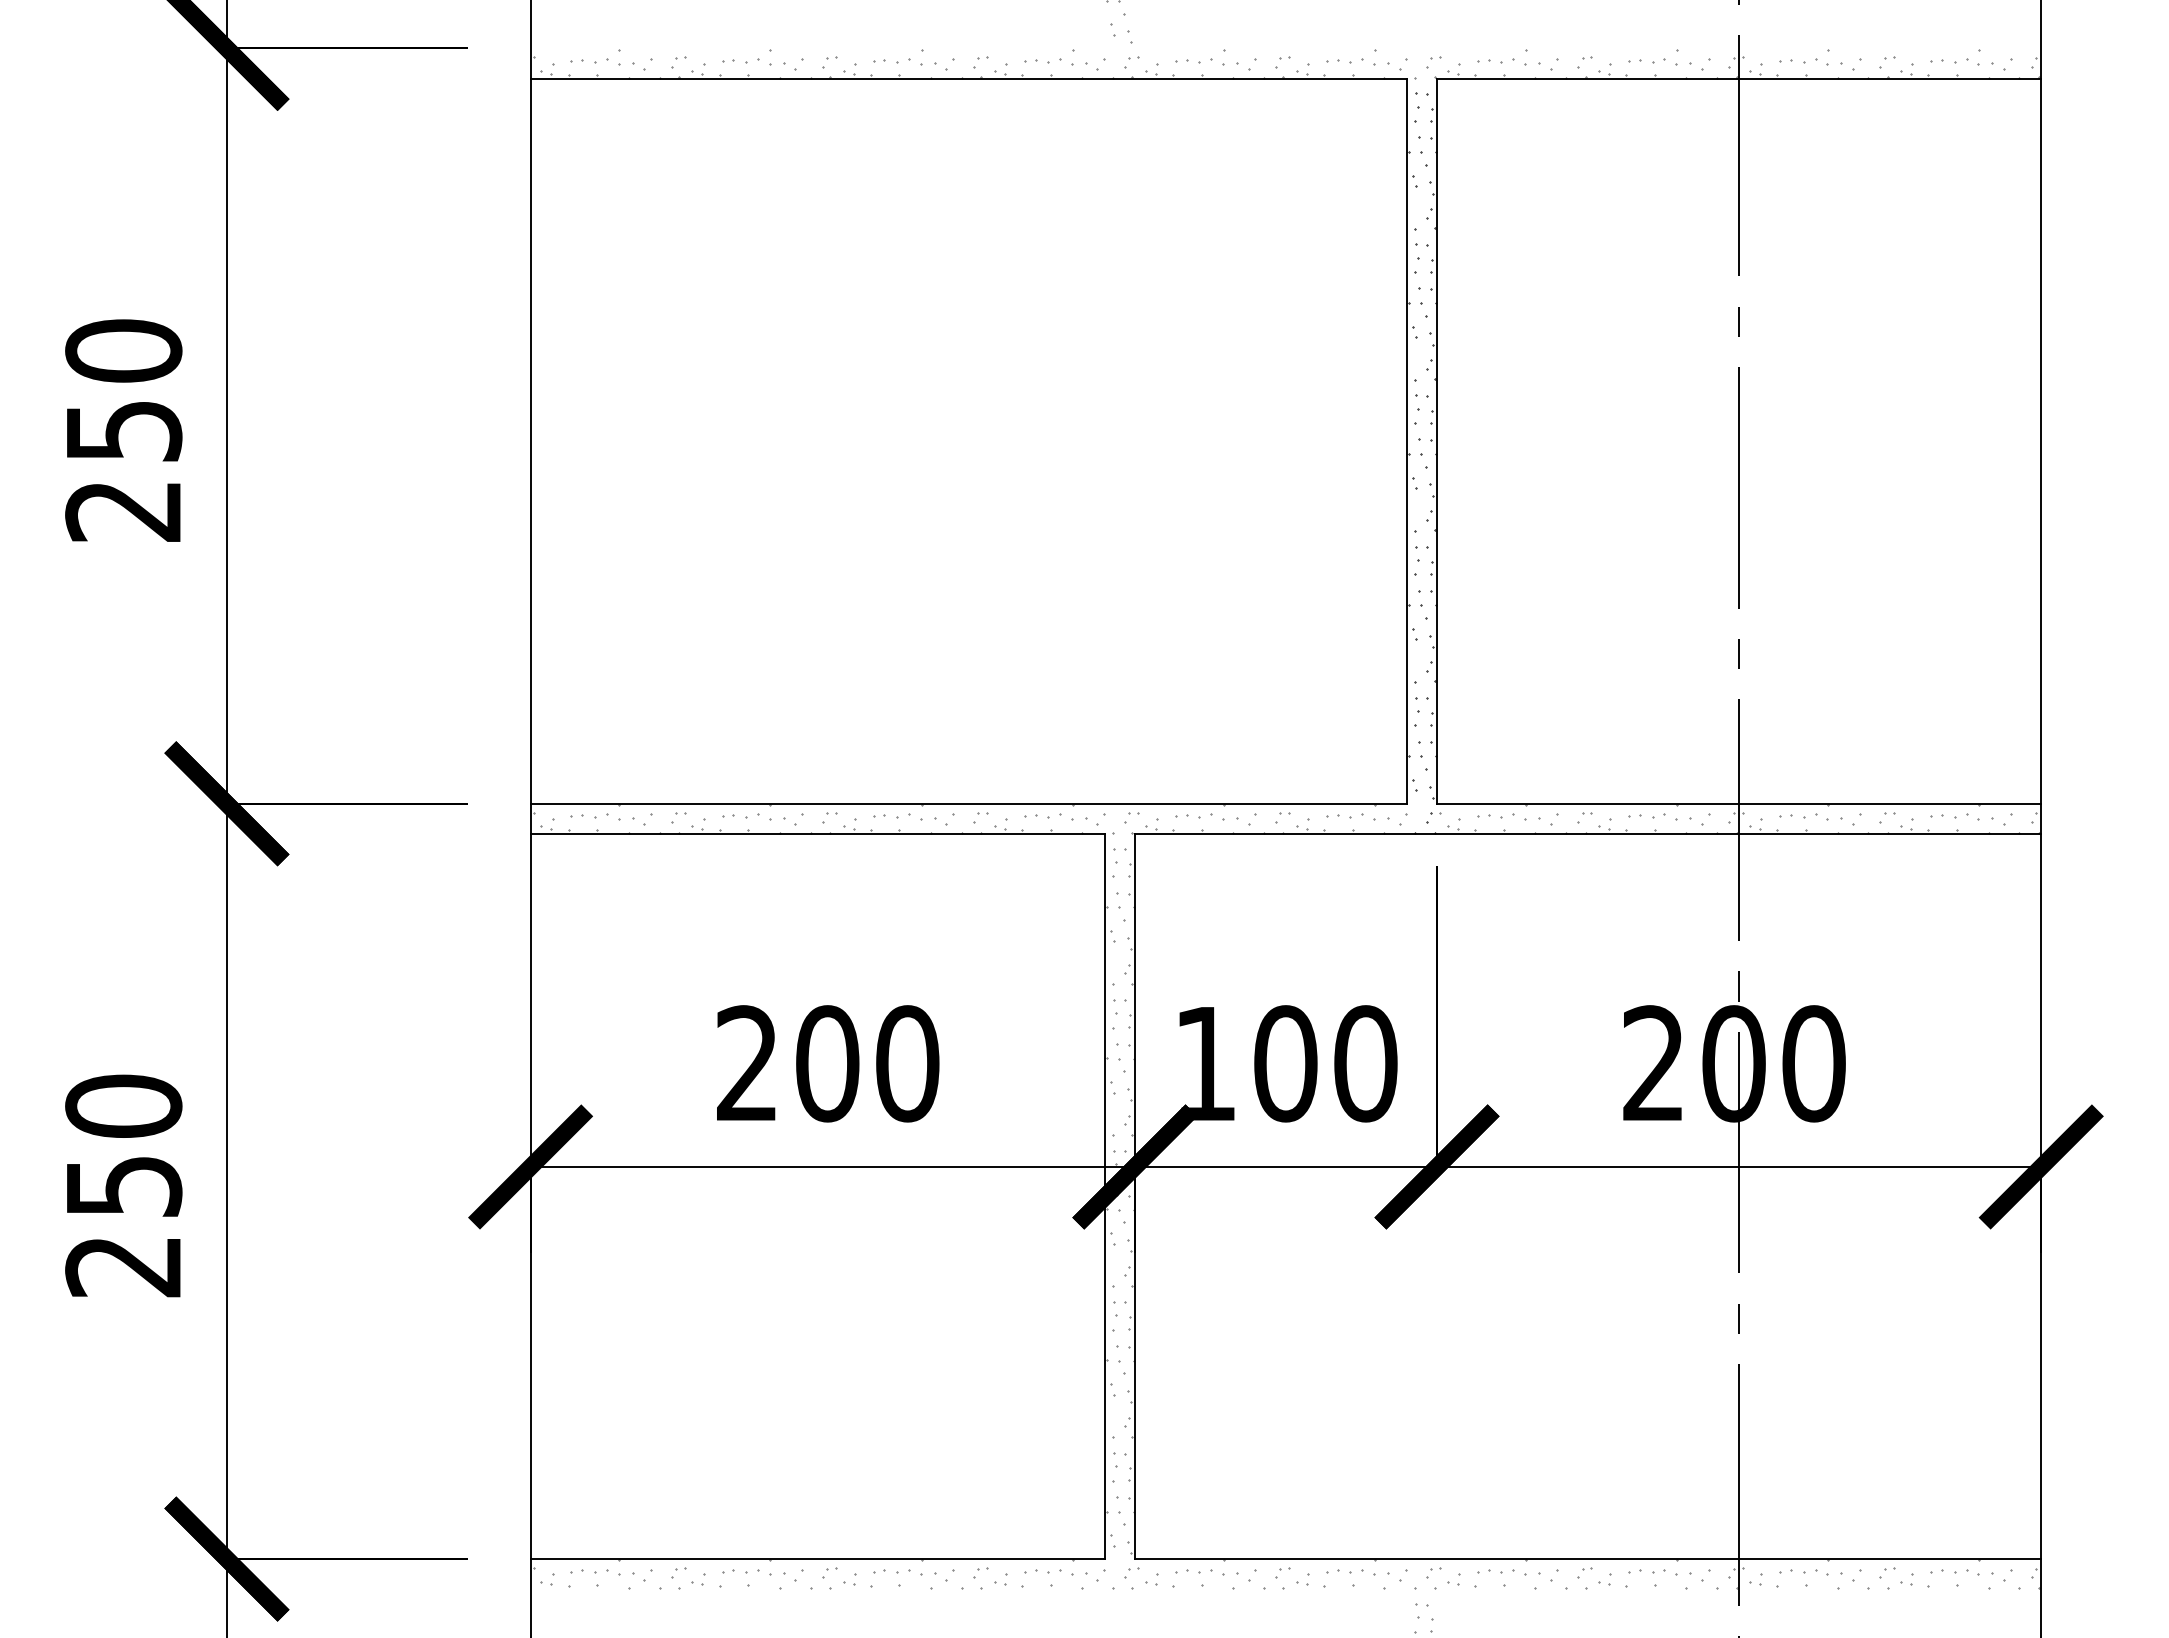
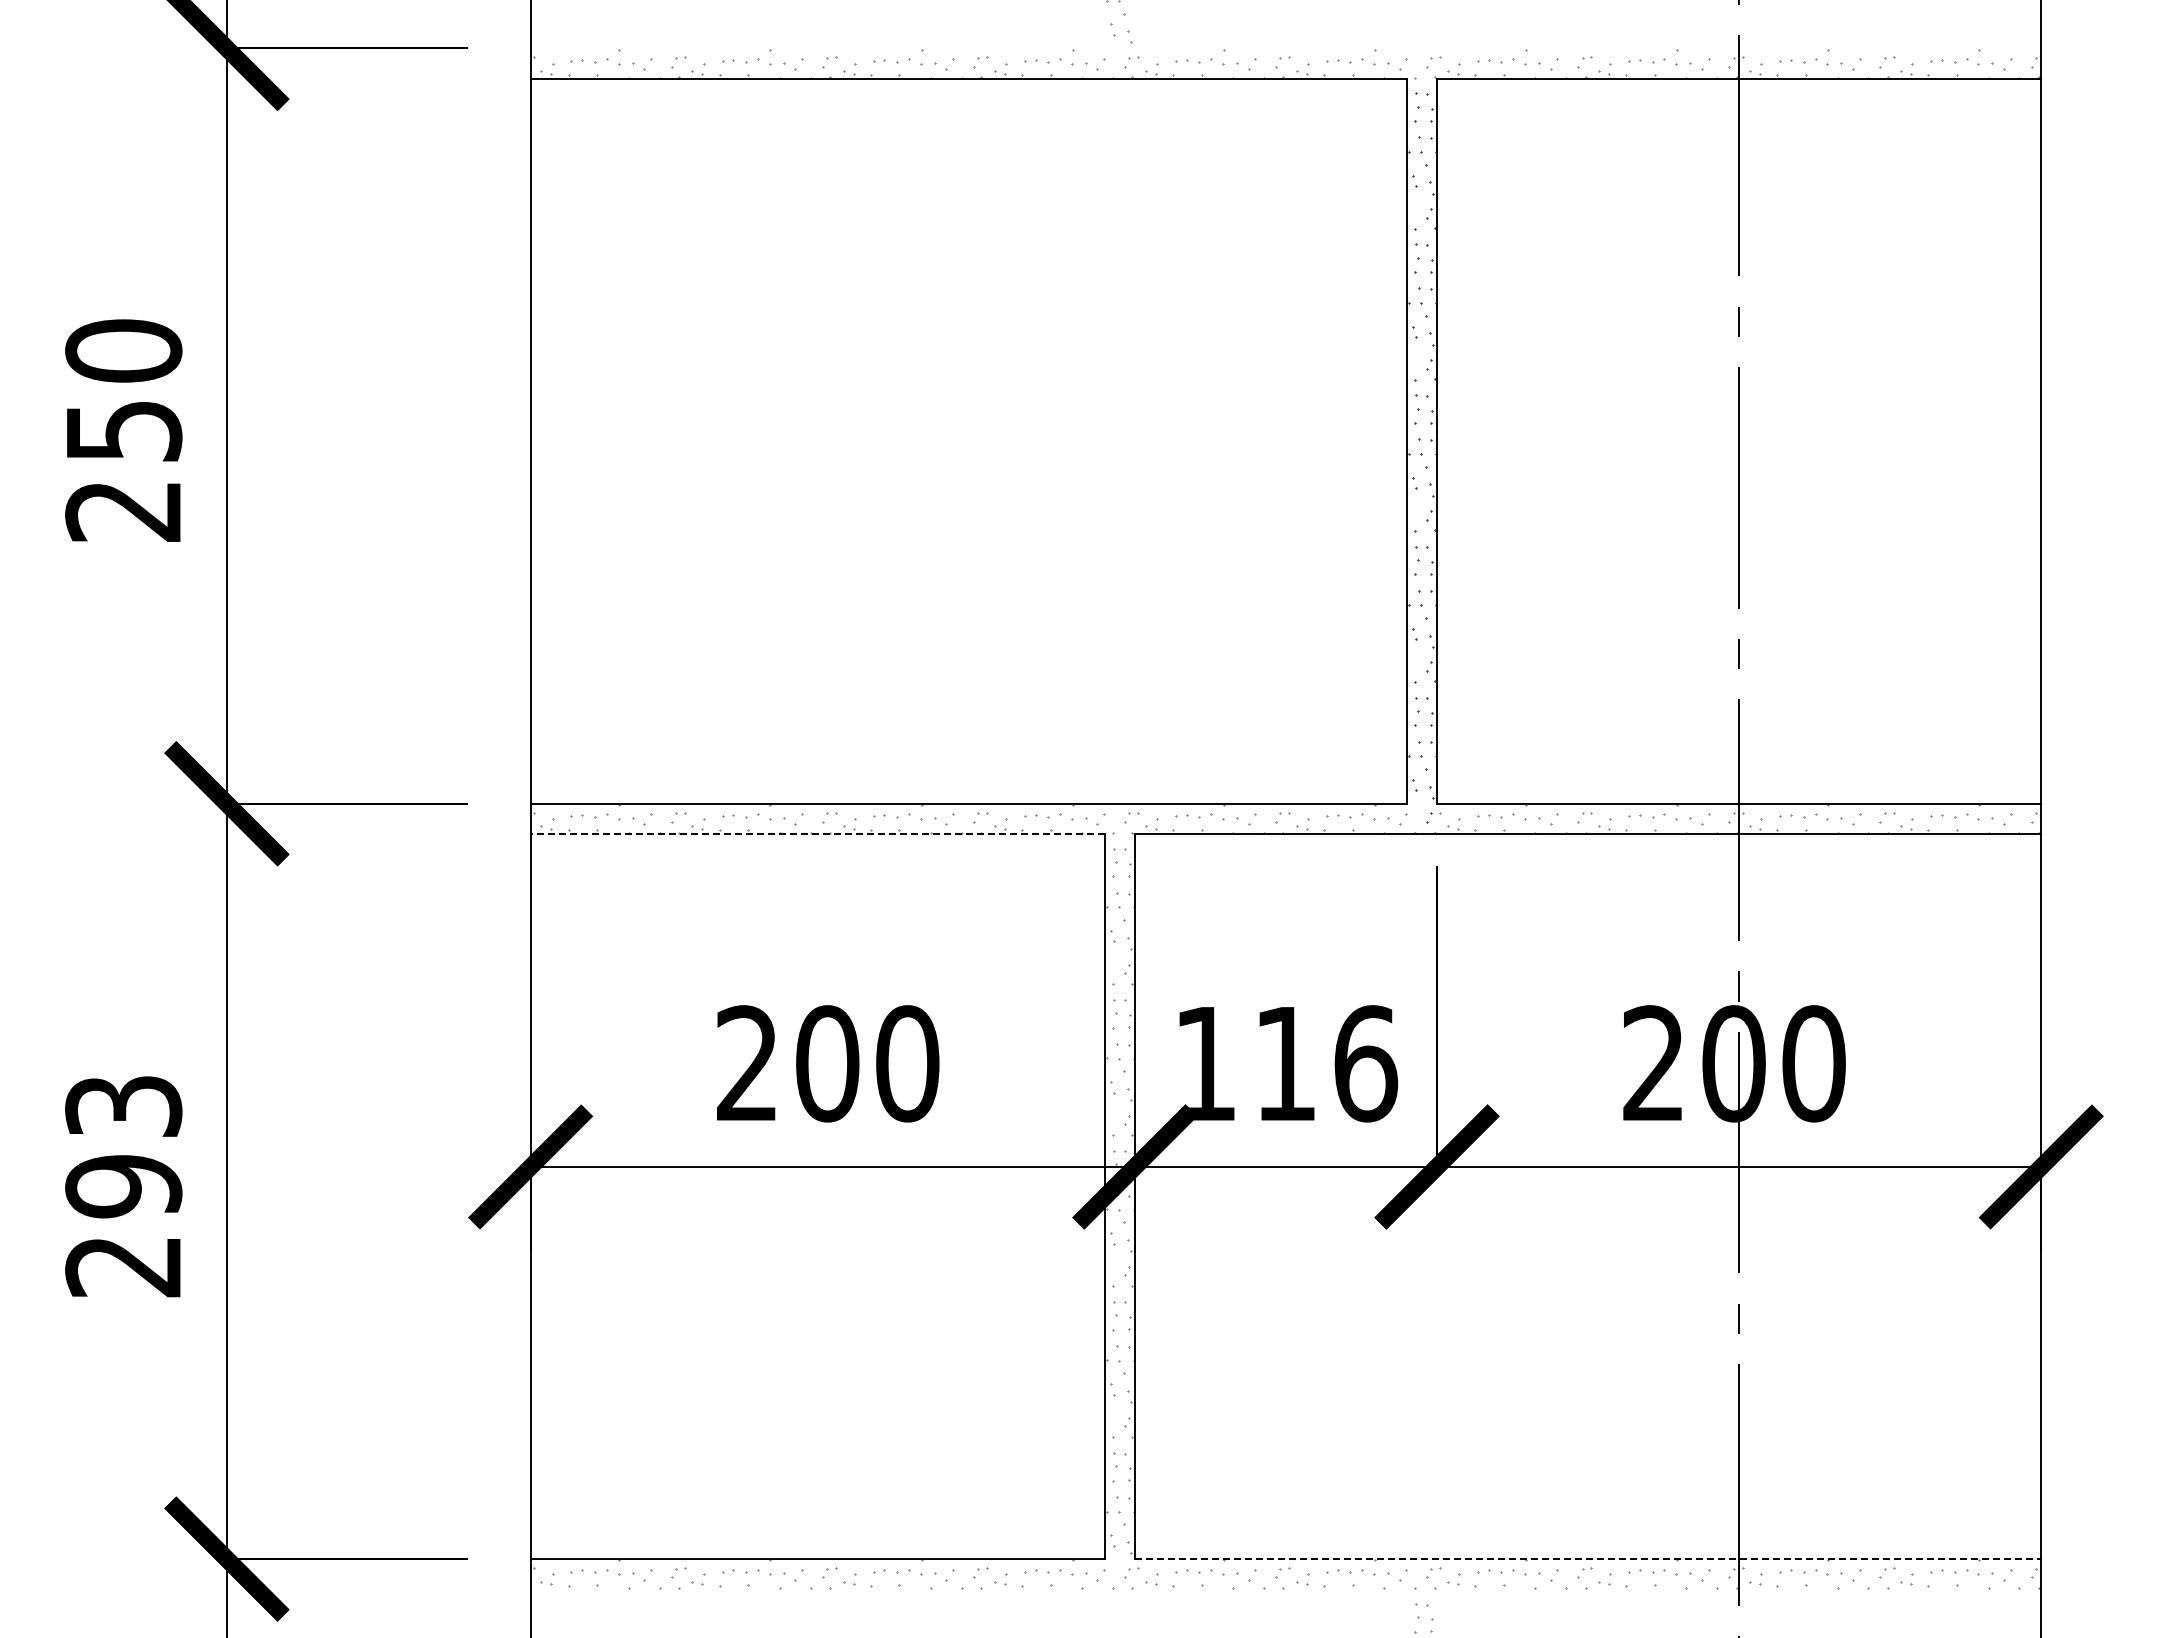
line at (817, 834): solid -> dashed
text at (1326, 1063): 100 -> 116
text at (123, 1146): 250 -> 293
line at (1588, 1559): solid -> dashed
